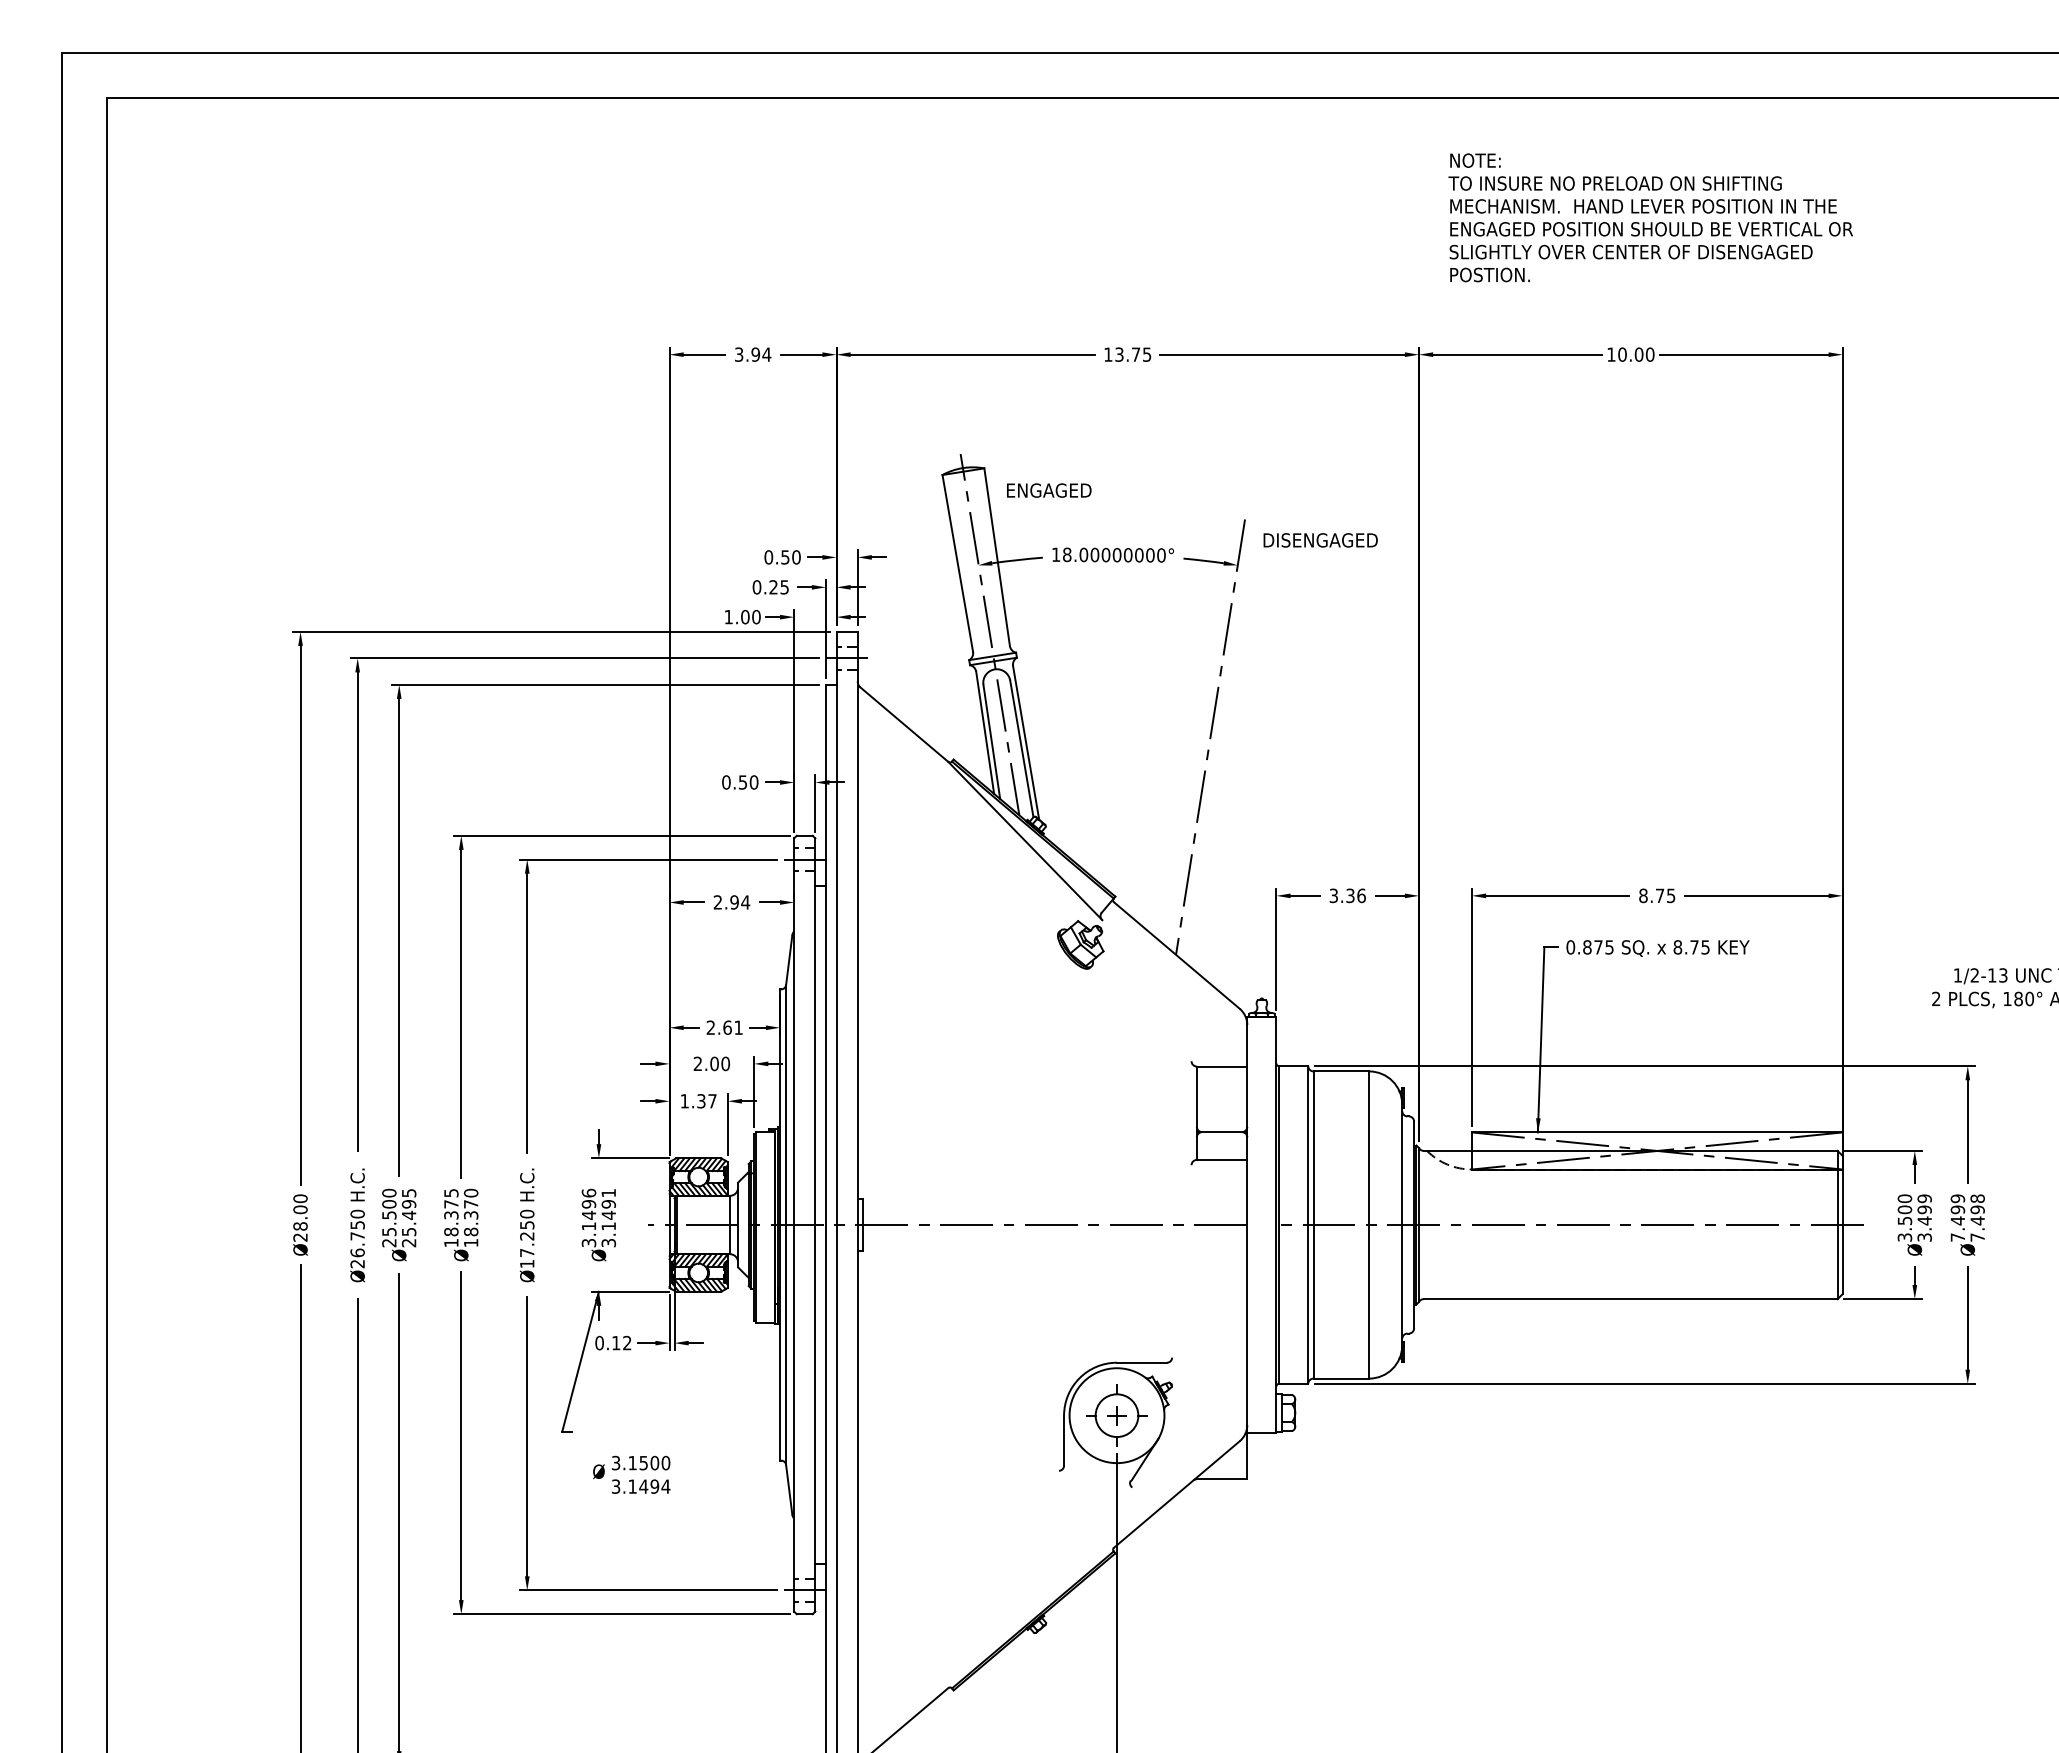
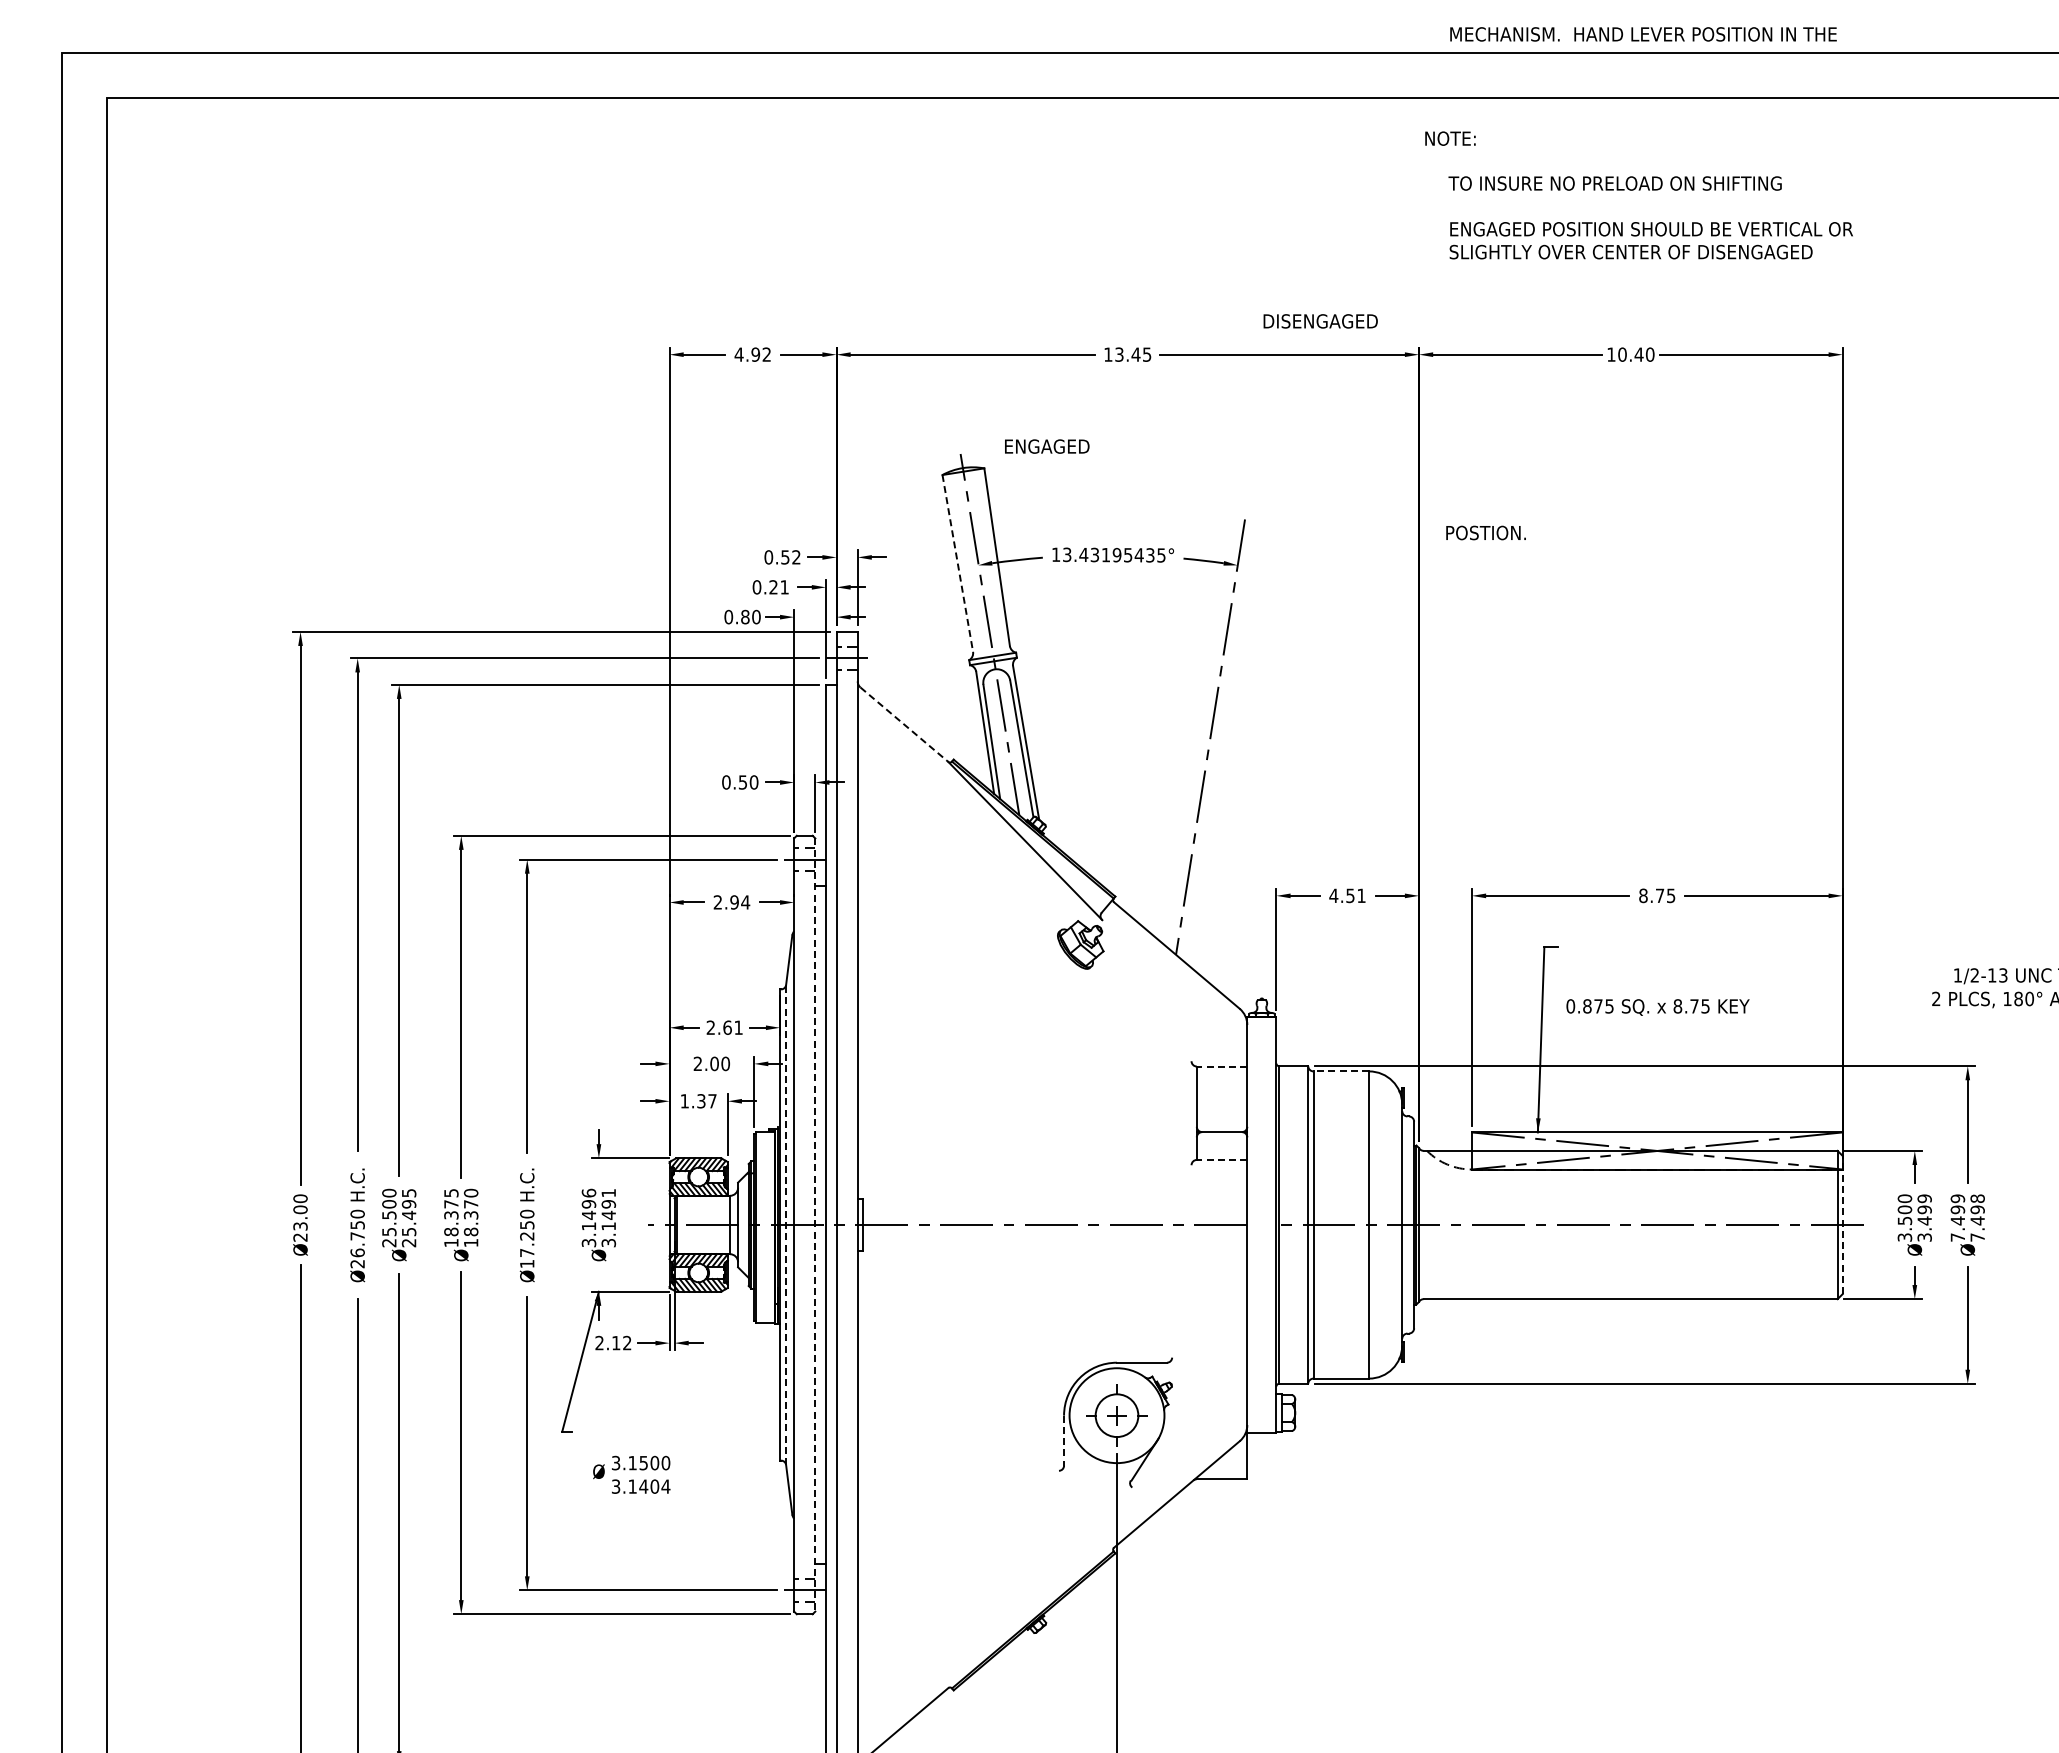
text at (1475, 160) position: (1475, 160) -> (1450, 138)
text at (1643, 206) position: (1643, 206) -> (1643, 34)
text at (1489, 274) position: (1489, 274) -> (1485, 532)
text at (752, 354): 3.94 -> 4.92
text at (1135, 354): 13.75 -> 13.45
text at (1638, 354): 10.00 -> 10.40
text at (1049, 490) position: (1049, 490) -> (1047, 446)
text at (1320, 540) position: (1320, 540) -> (1320, 321)
text at (1114, 554): 18.00000000° -> 13.43195435°
text at (796, 557): 0.50 -> 0.52
line at (957, 563): solid -> dashed
text at (784, 587): 0.25 -> 0.21
text at (736, 616): 1.00 -> 0.80
line at (904, 724): solid -> dashed
text at (1347, 895): 3.36 -> 4.51
text at (1657, 948) position: (1657, 948) -> (1657, 1007)
line at (1221, 1066): solid -> dashed
line at (1341, 1071): solid -> dashed
line at (1221, 1159): solid -> dashed
line at (786, 1224): solid -> dashed
line at (1842, 1224): solid -> dashed
line at (815, 1225): solid -> dashed
text at (300, 1226): Ø28.00 -> Ø23.00
text at (599, 1342): 0.12 -> 2.12
line at (1064, 1441): solid -> dashed
text at (654, 1486): 3.1494 -> 3.1404
